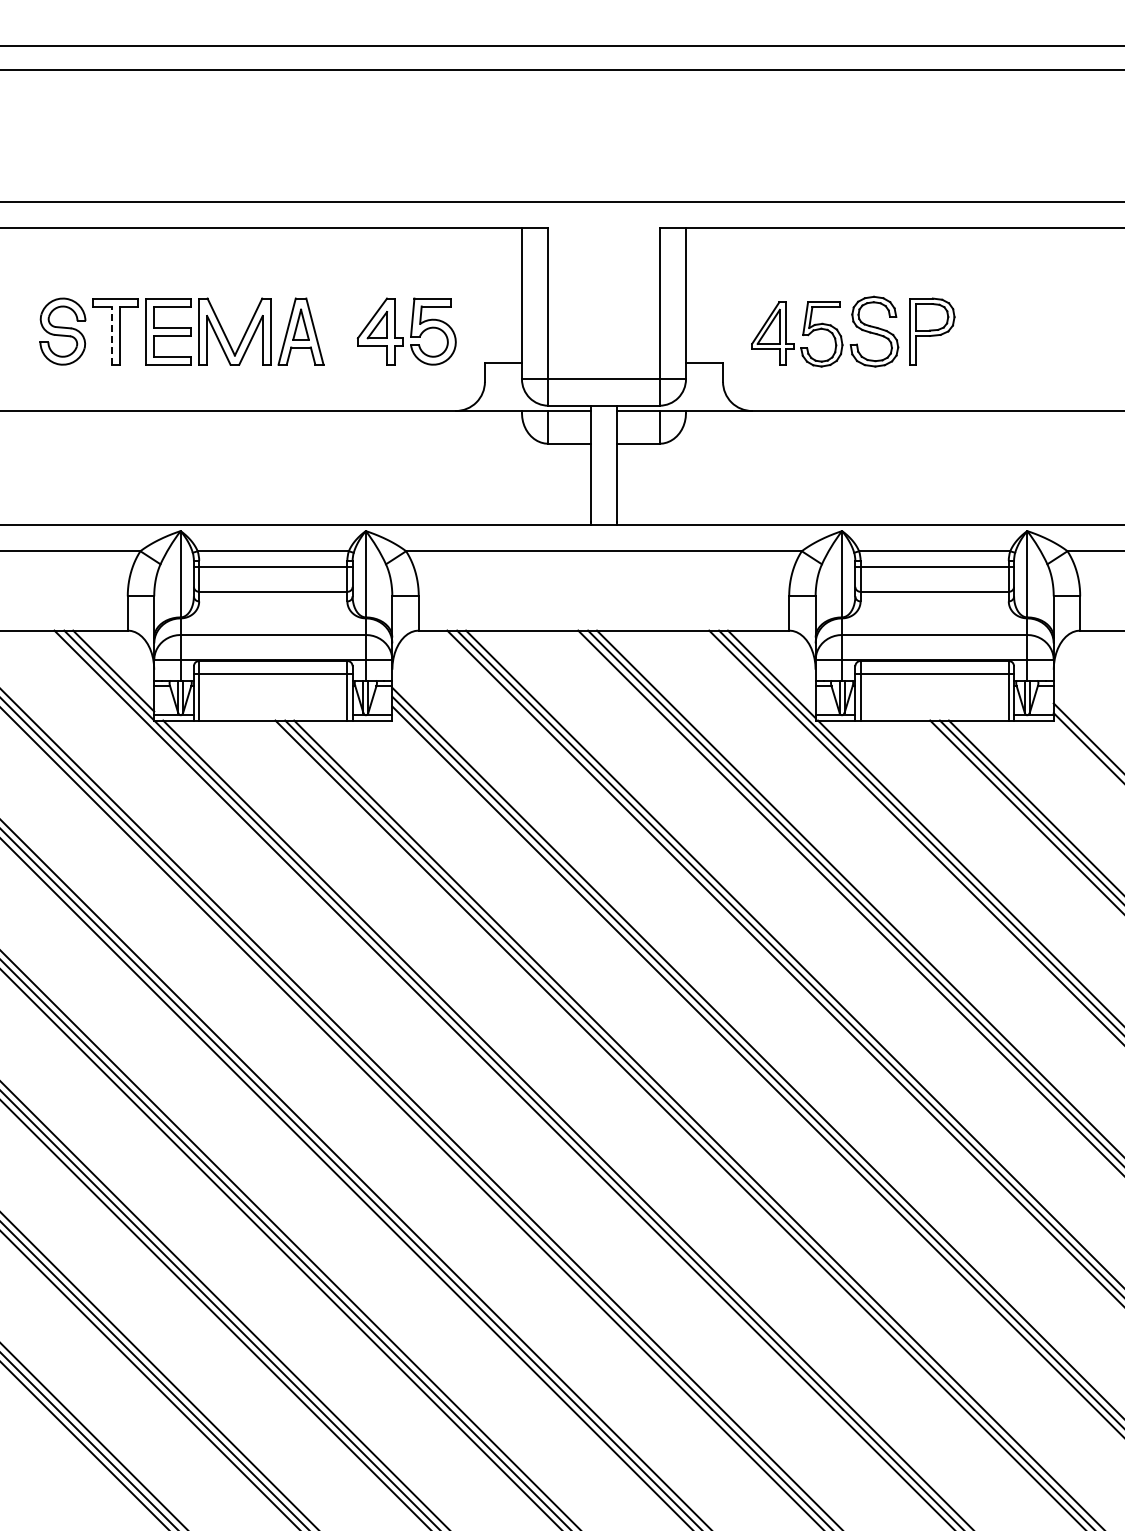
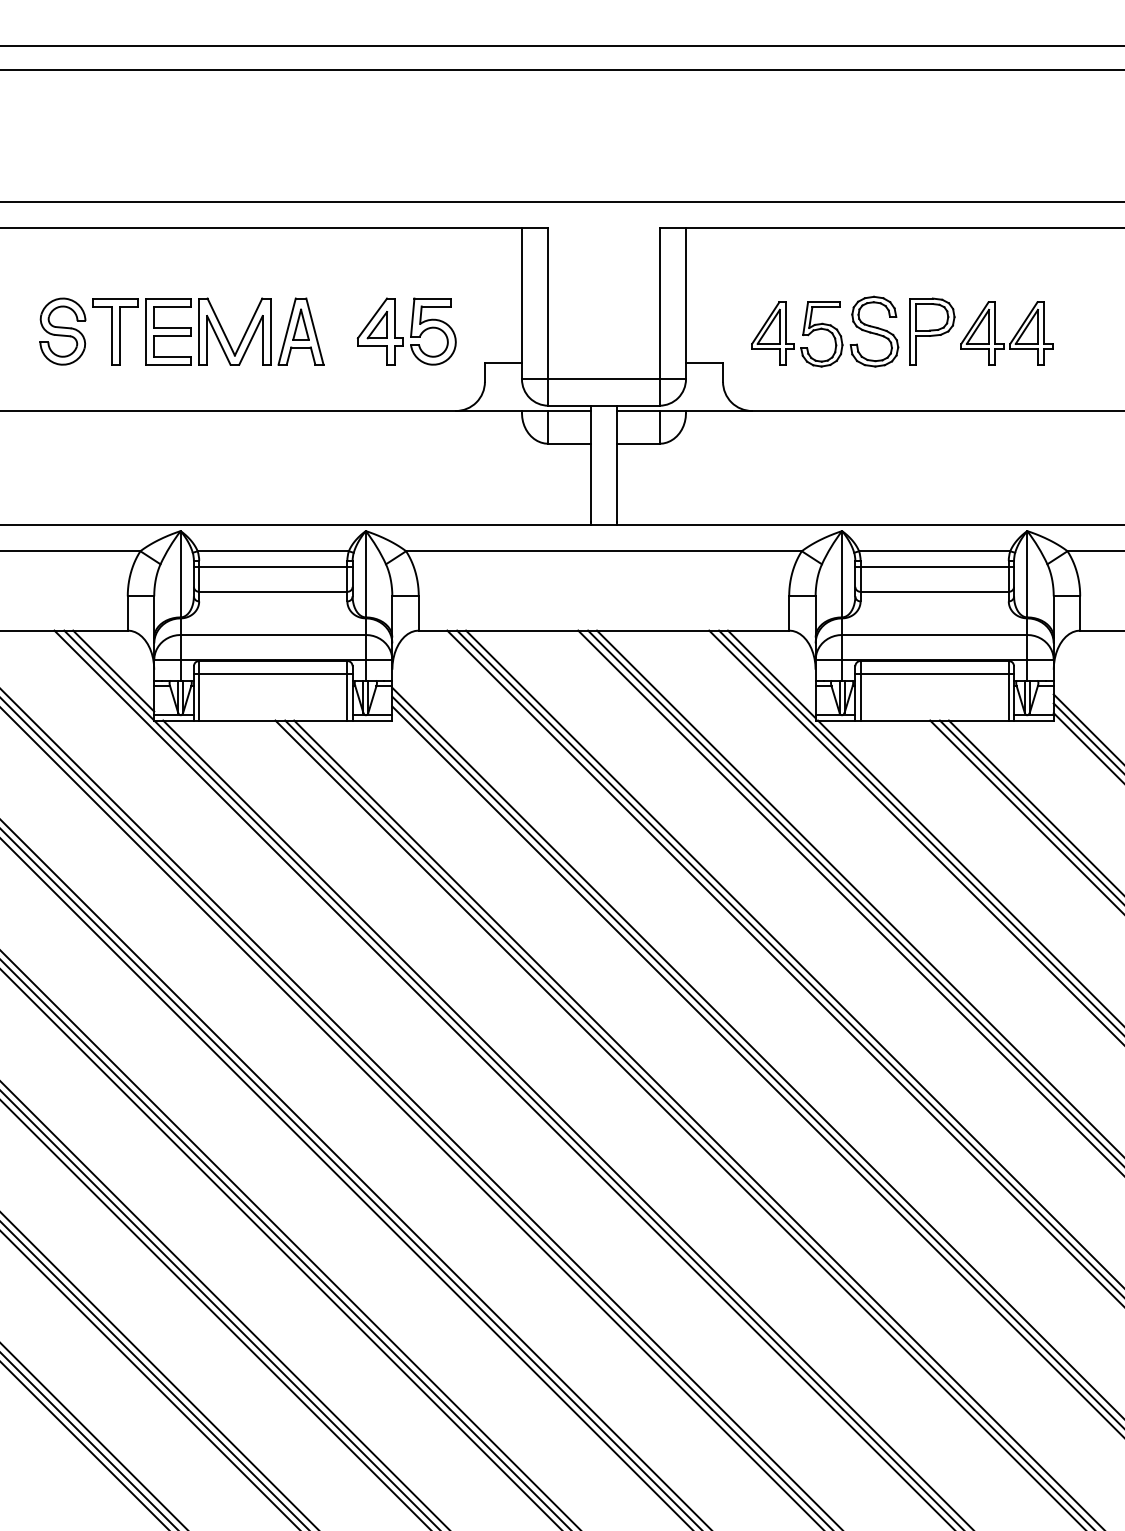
line at (111, 335): dashed -> solid
part at (1012, 338): none -> present
line at (1087, 728): none -> present
